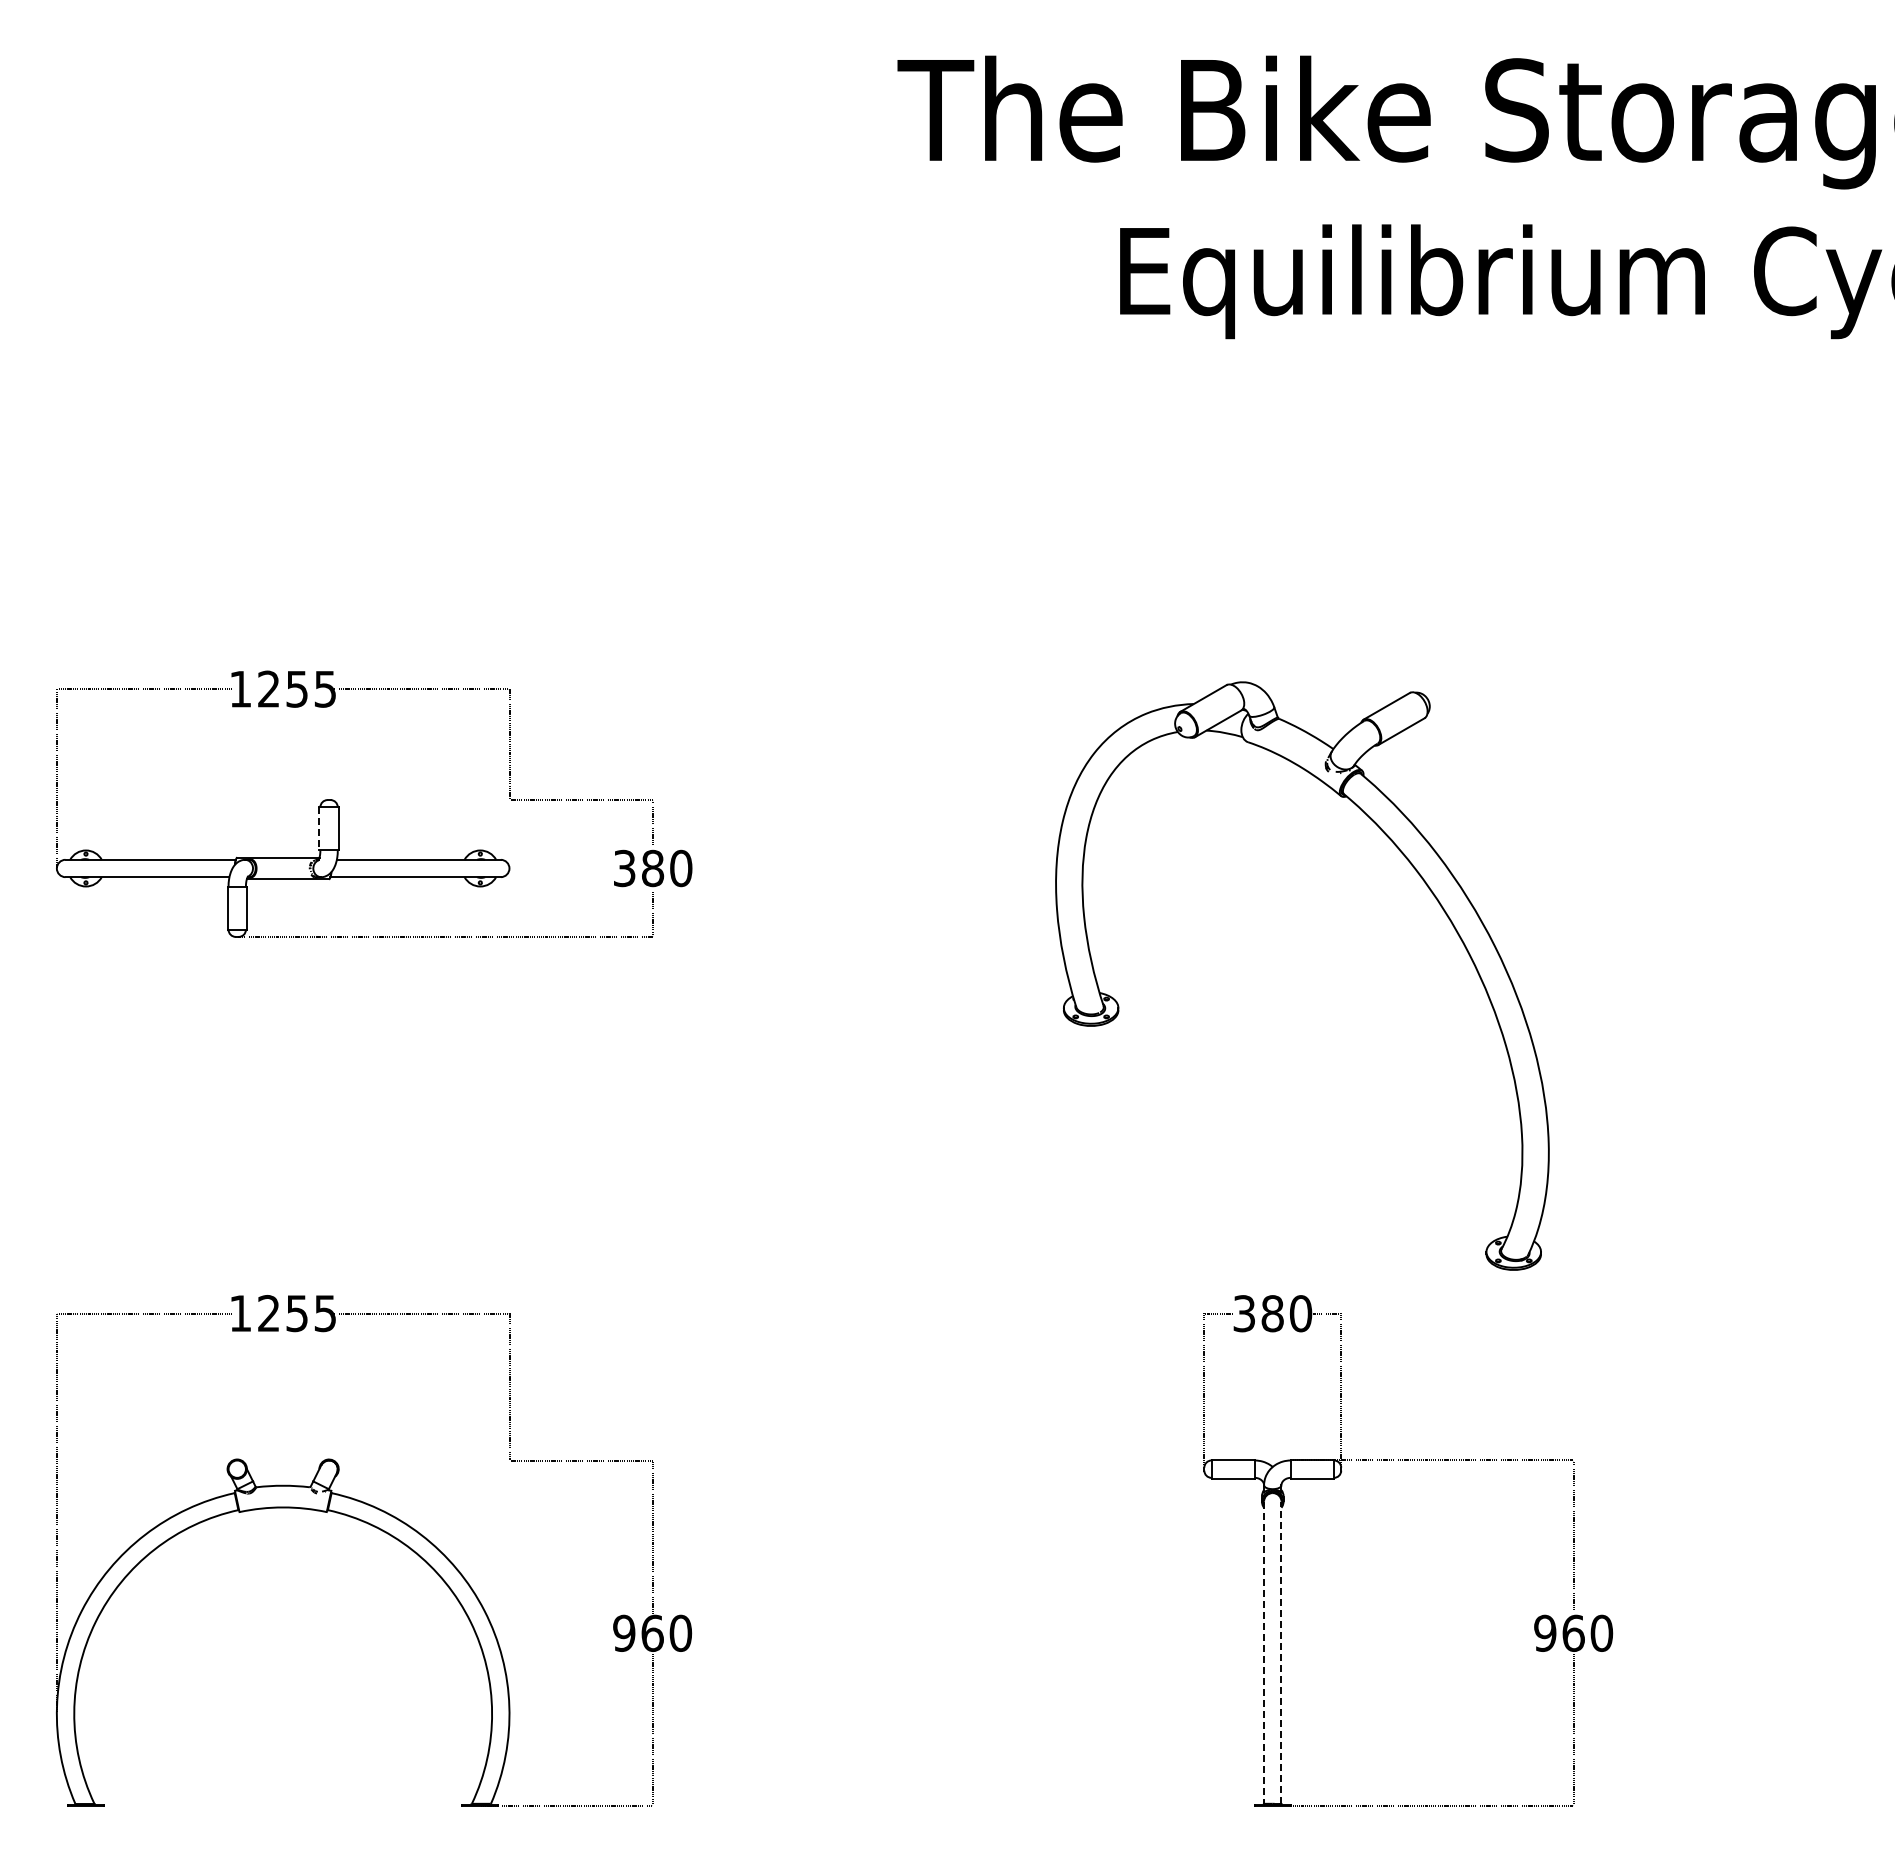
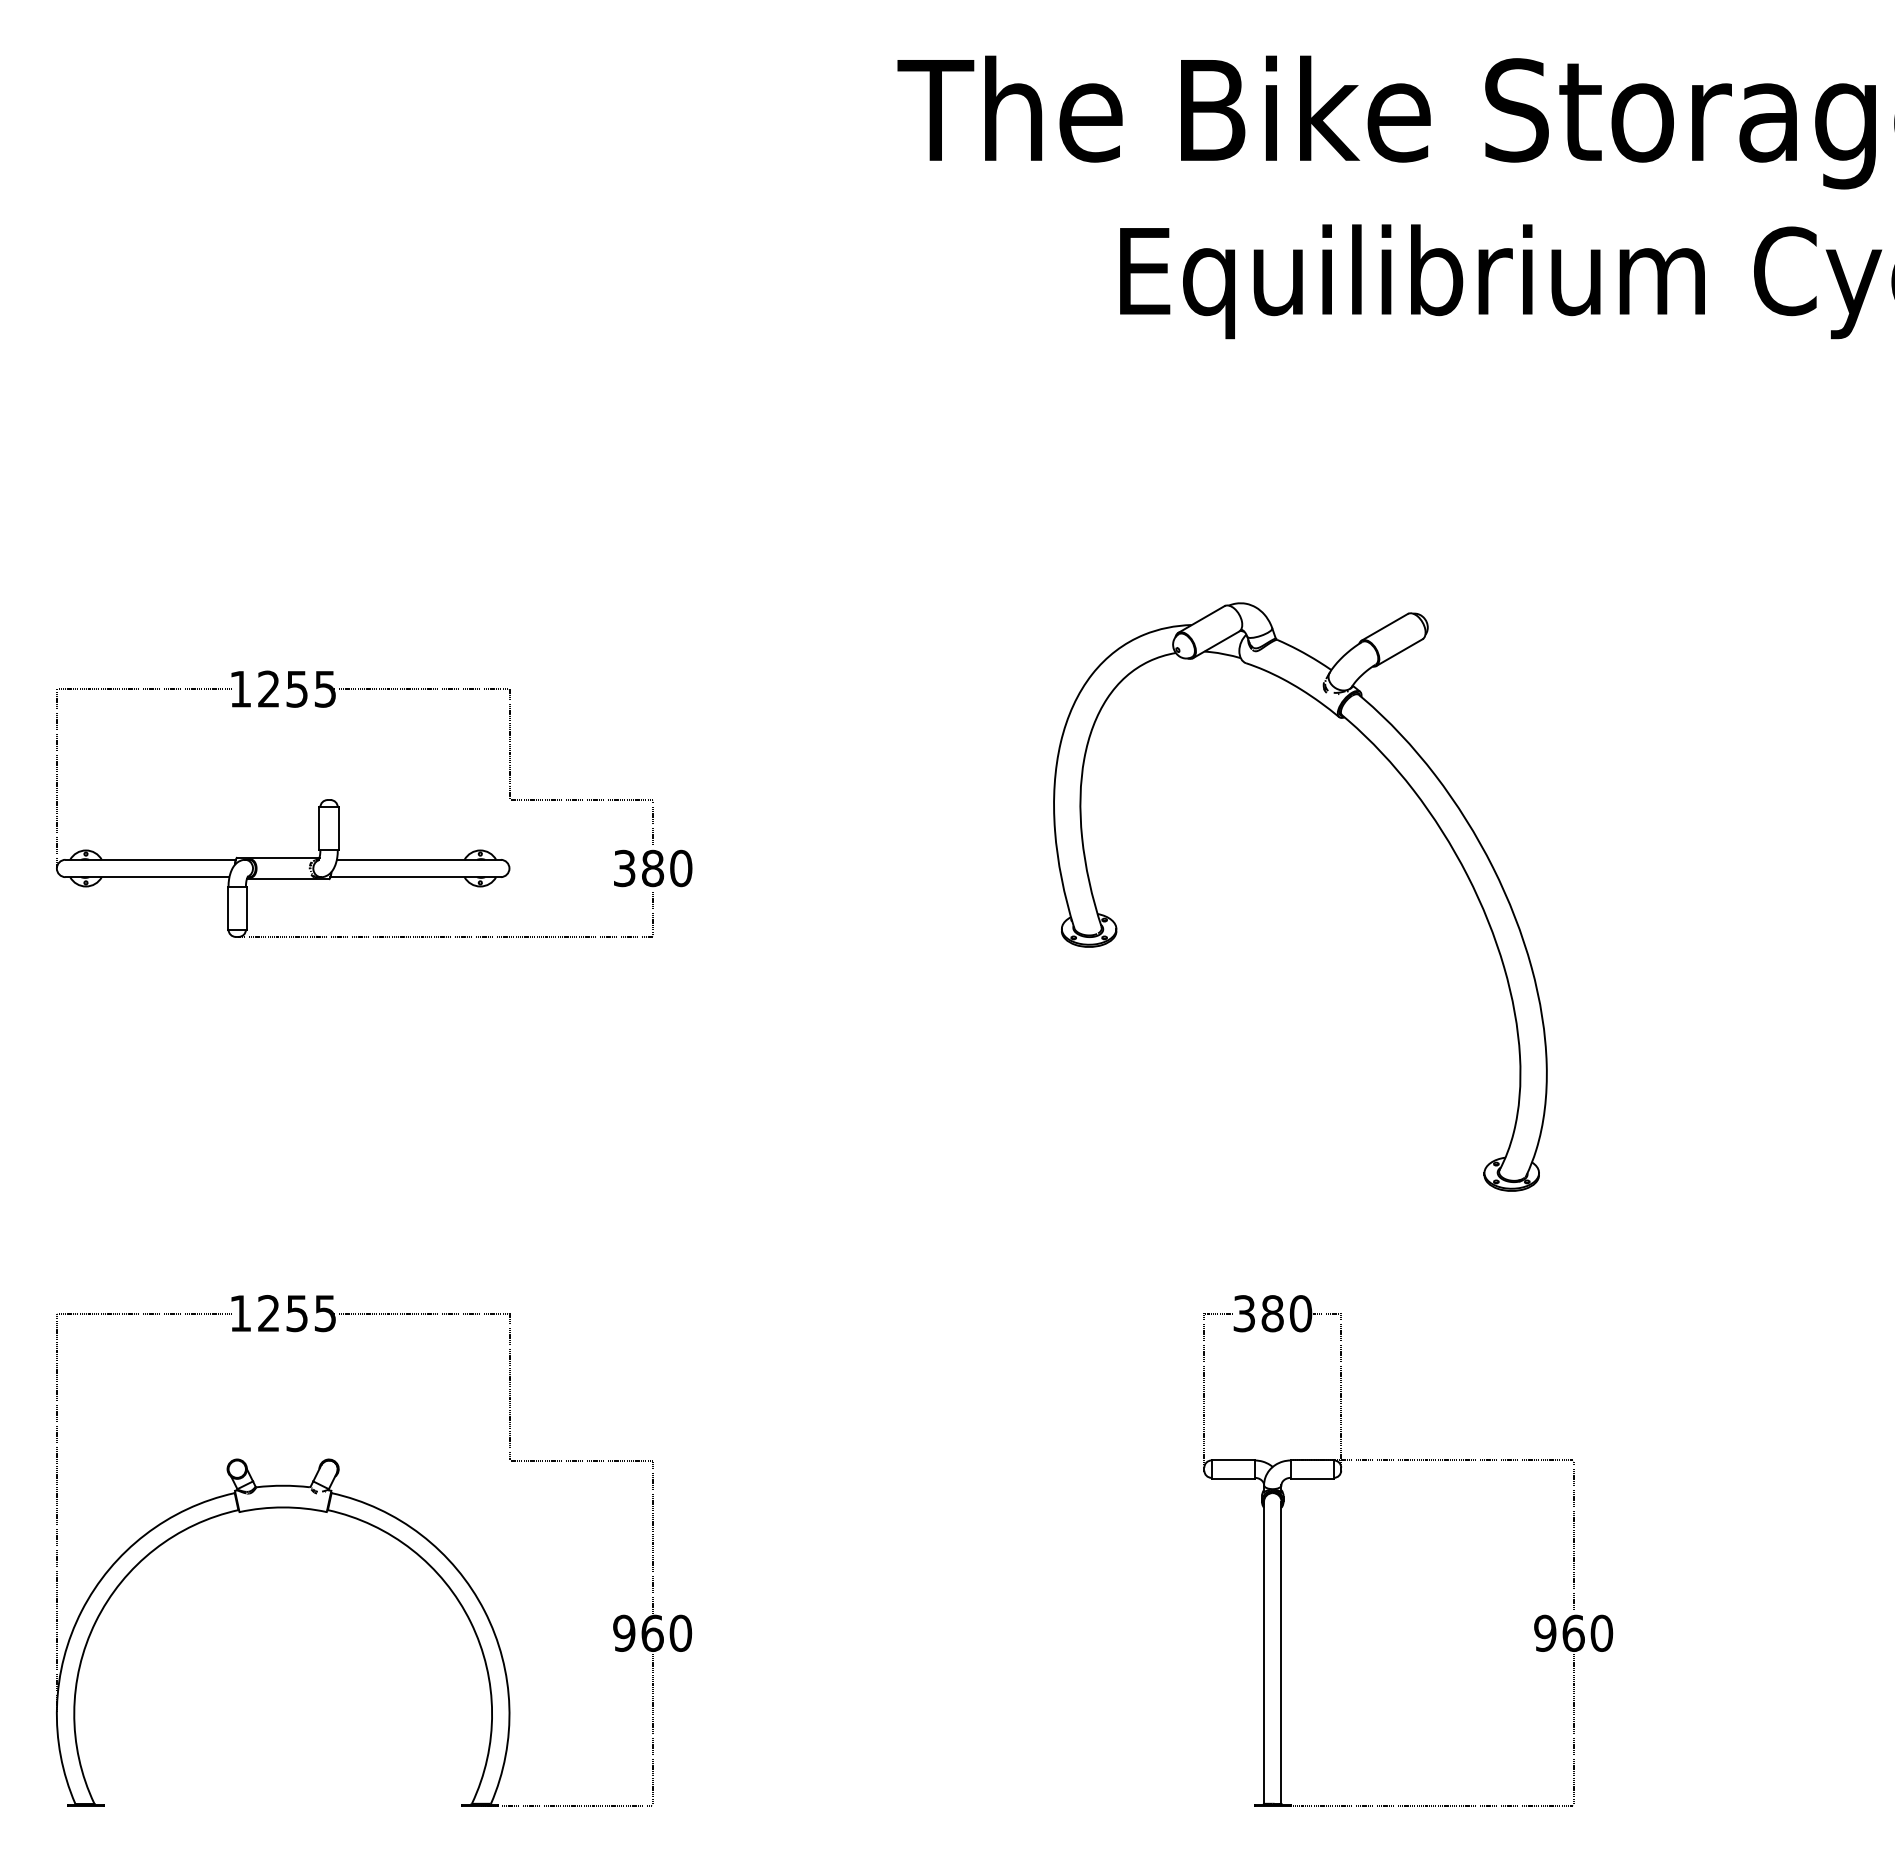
line at (319, 828): dashed -> solid
part at (1429, 890) position: (1429, 890) -> (1427, 811)
line at (1281, 1652): dashed -> solid
line at (1264, 1653): dashed -> solid
